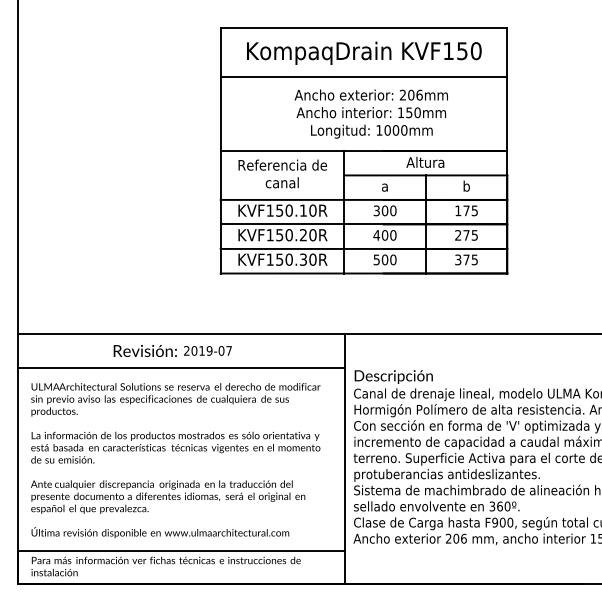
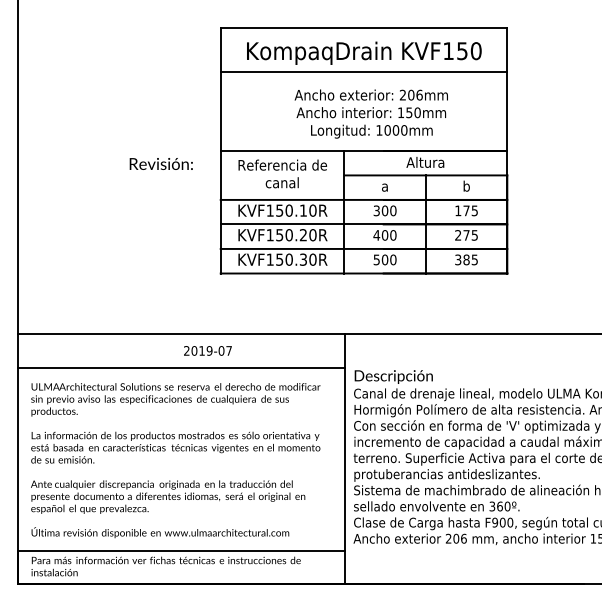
line at (363, 77) position: (363, 77) -> (363, 72)
text at (466, 259): 375 -> 385
text at (144, 350) position: (144, 350) -> (160, 163)
